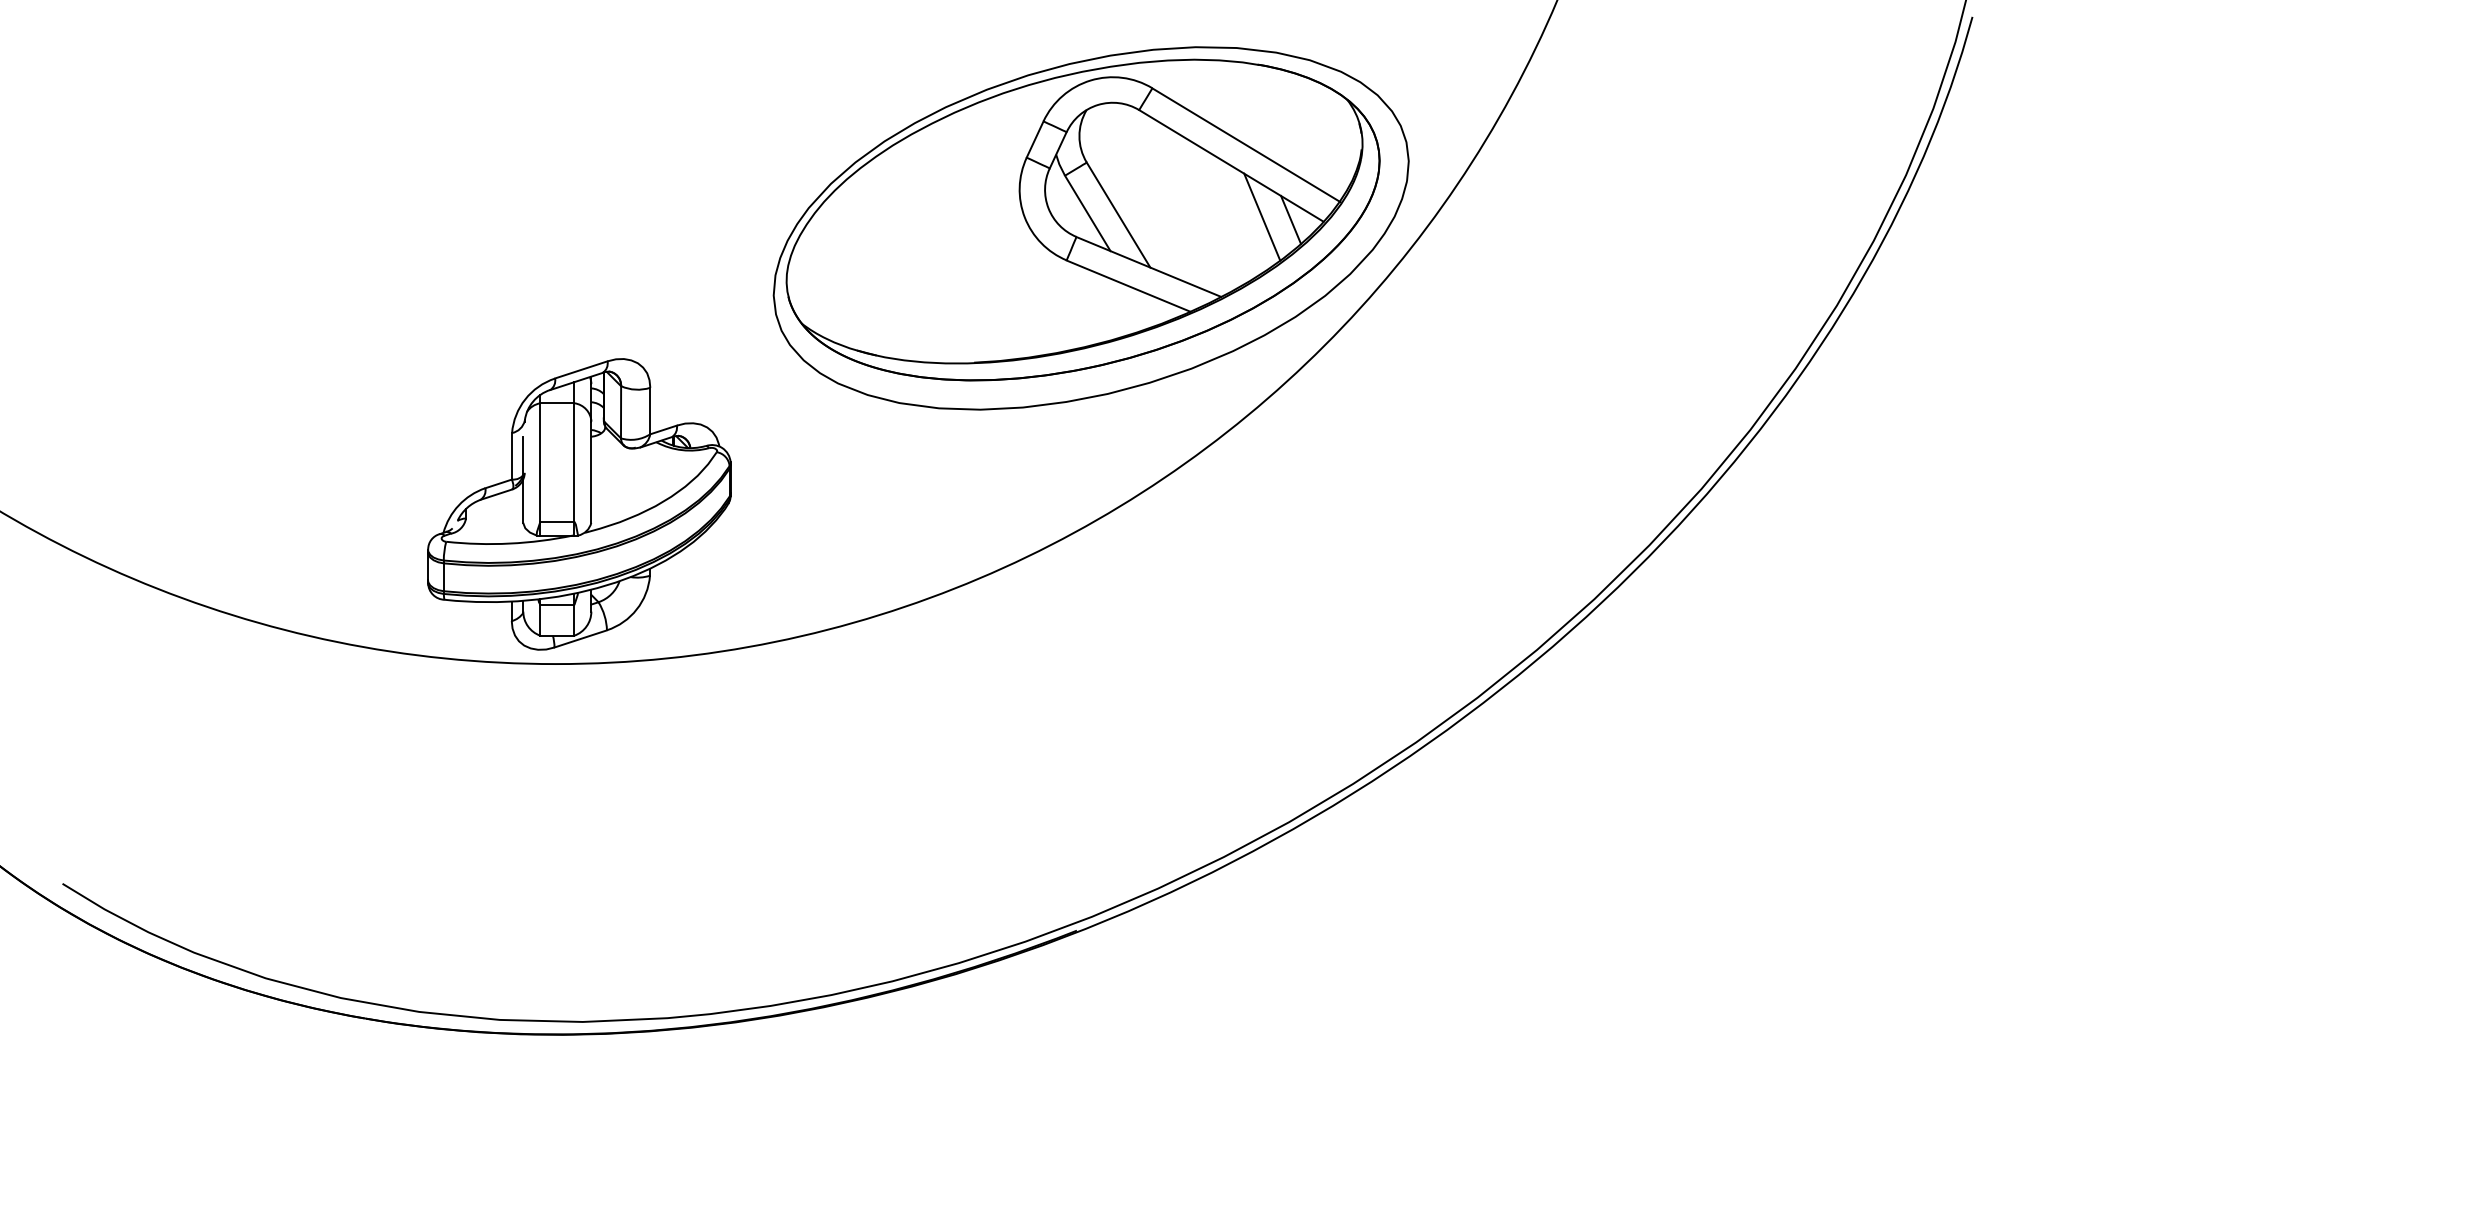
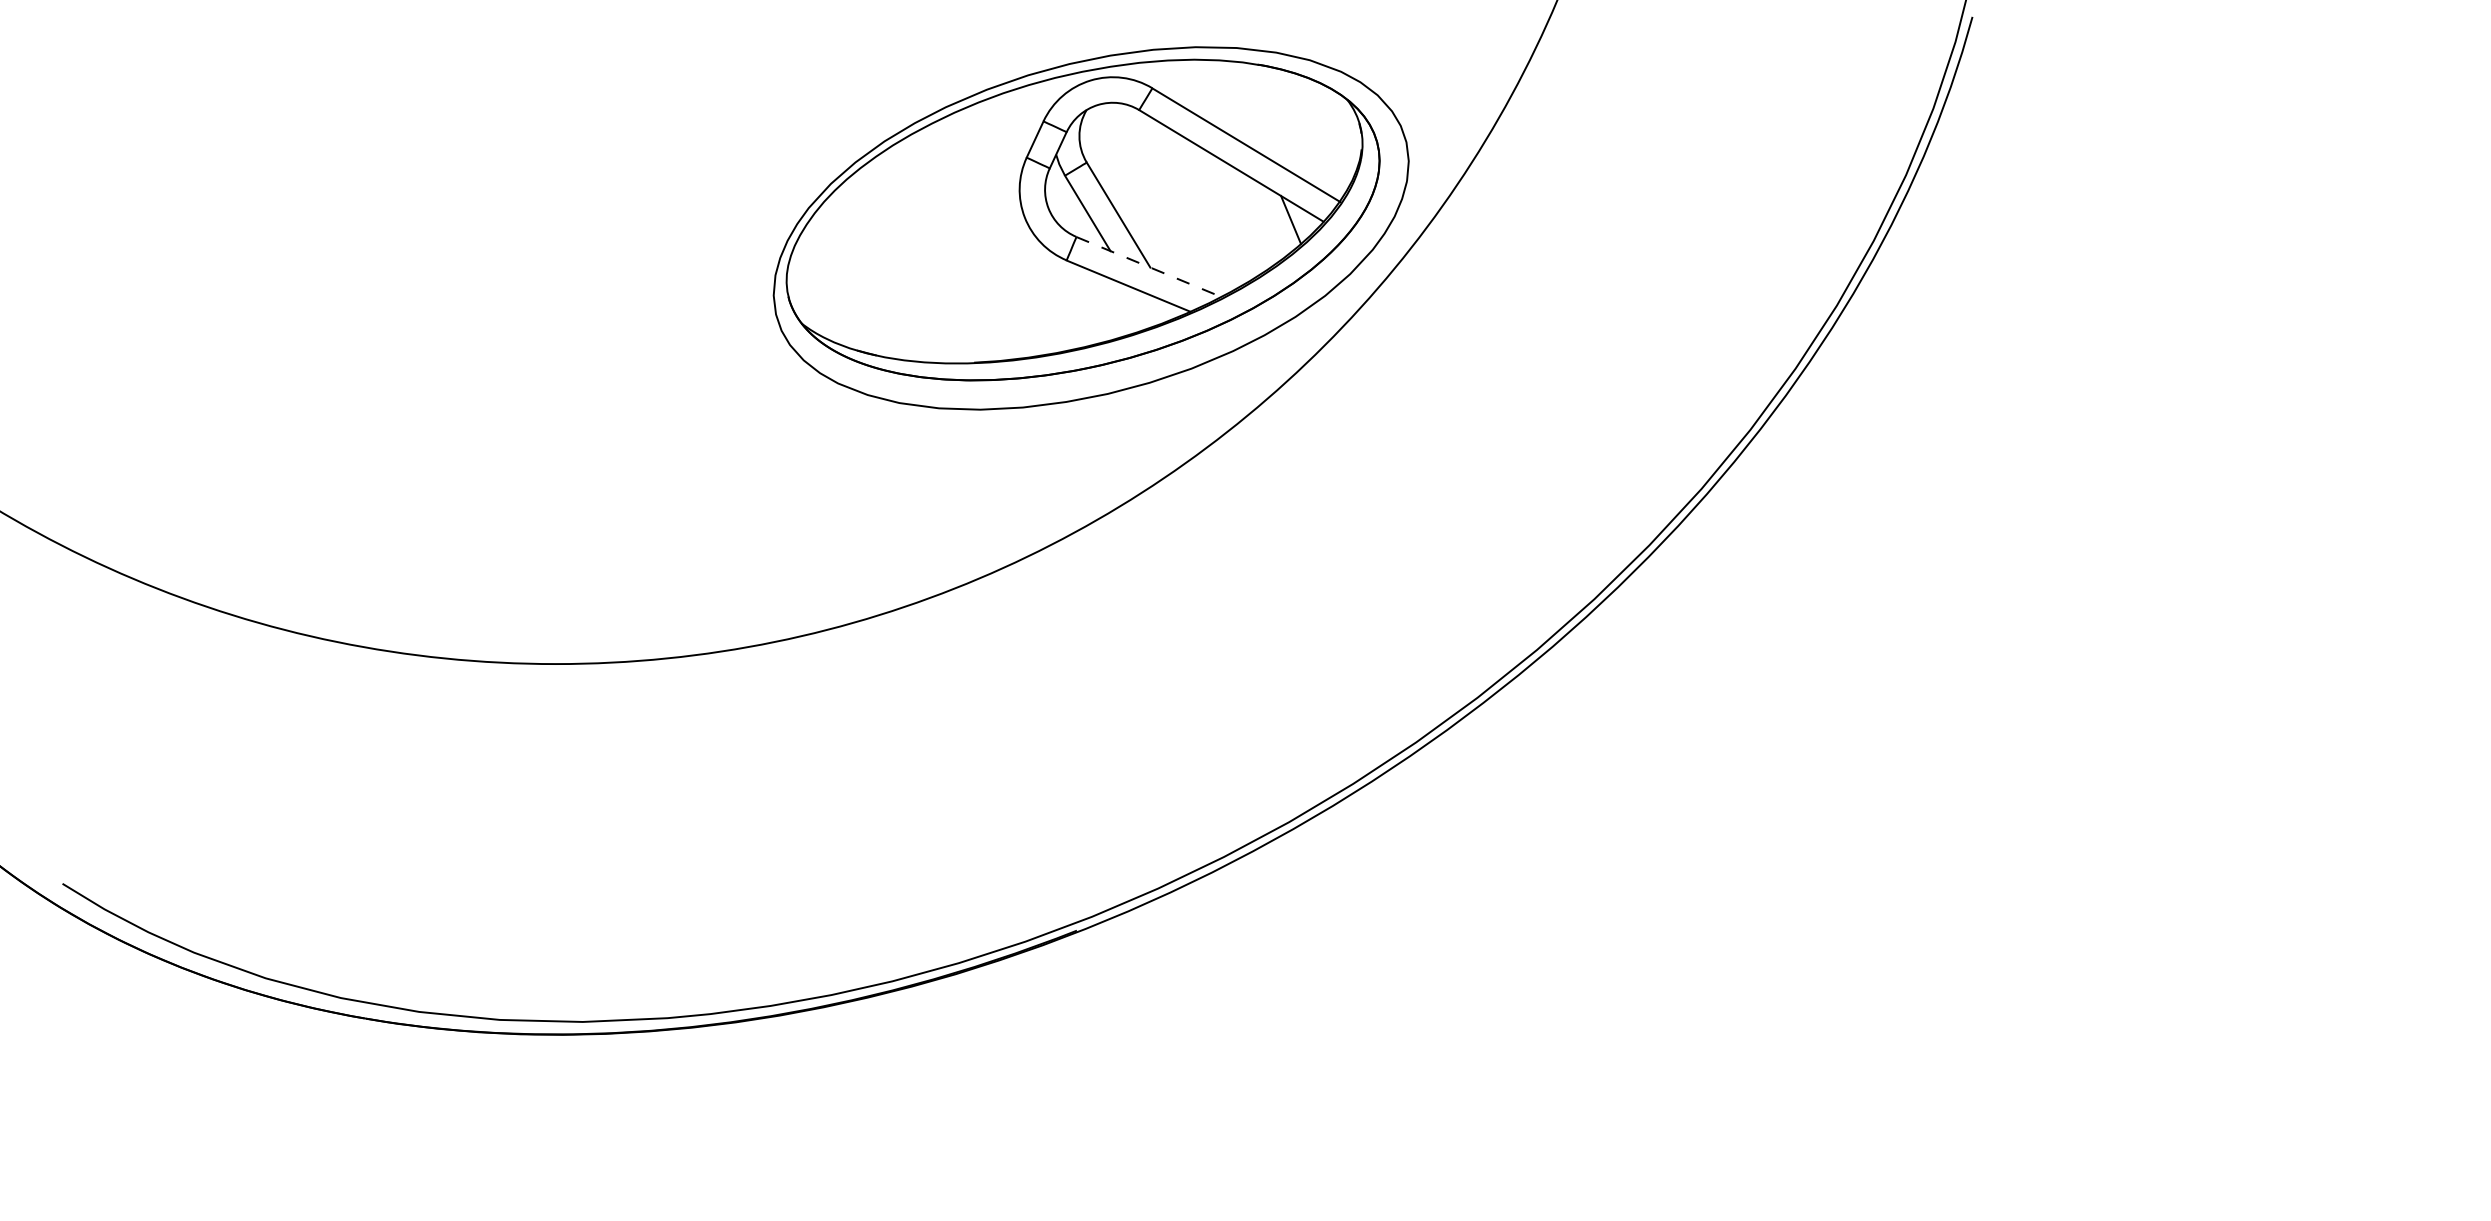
line at (1262, 216): present -> none
line at (1149, 267): solid -> dashed
part at (579, 504): present -> none
